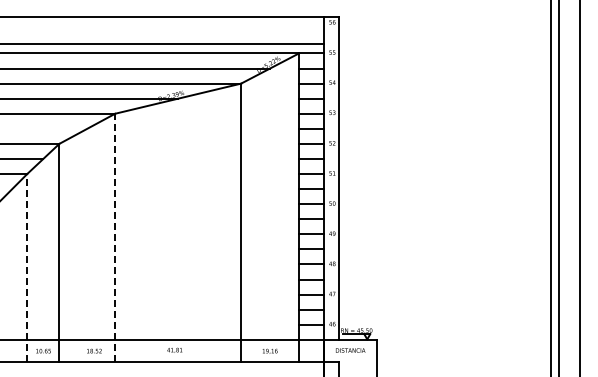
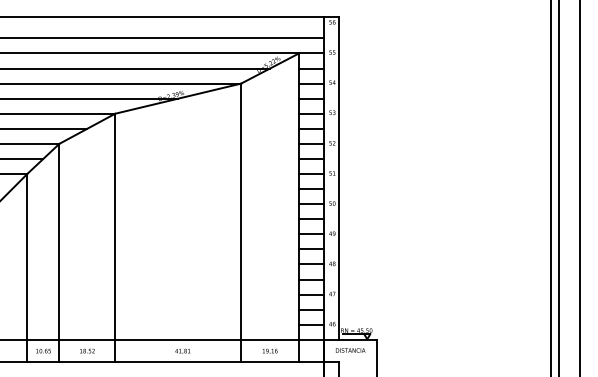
line at (163, 44) position: (163, 44) -> (163, 38)
line at (44, 128): none -> present
line at (115, 237): dashed -> solid
line at (27, 267): dashed -> solid
text at (174, 349) position: (174, 349) -> (182, 350)
text at (94, 350) position: (94, 350) -> (87, 350)
